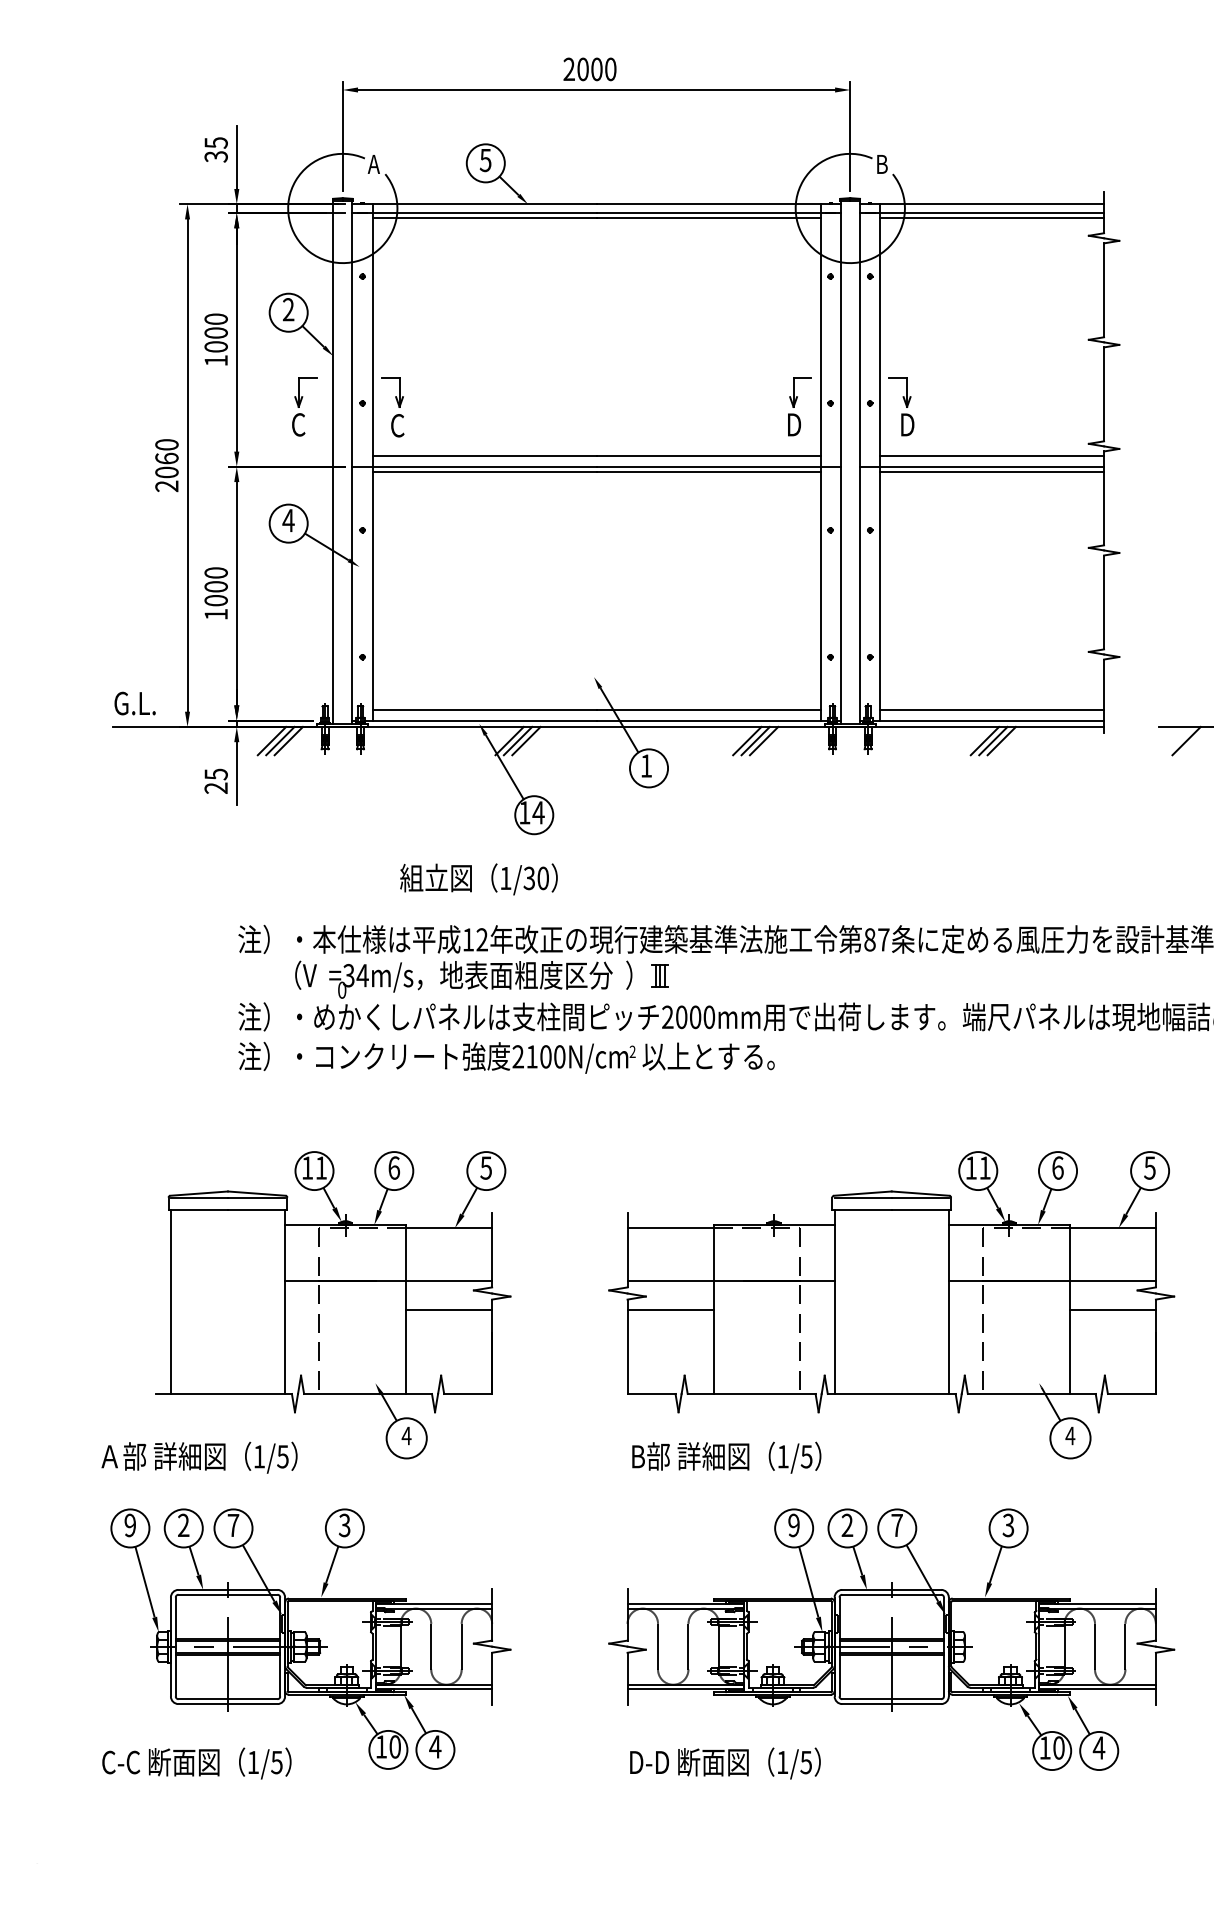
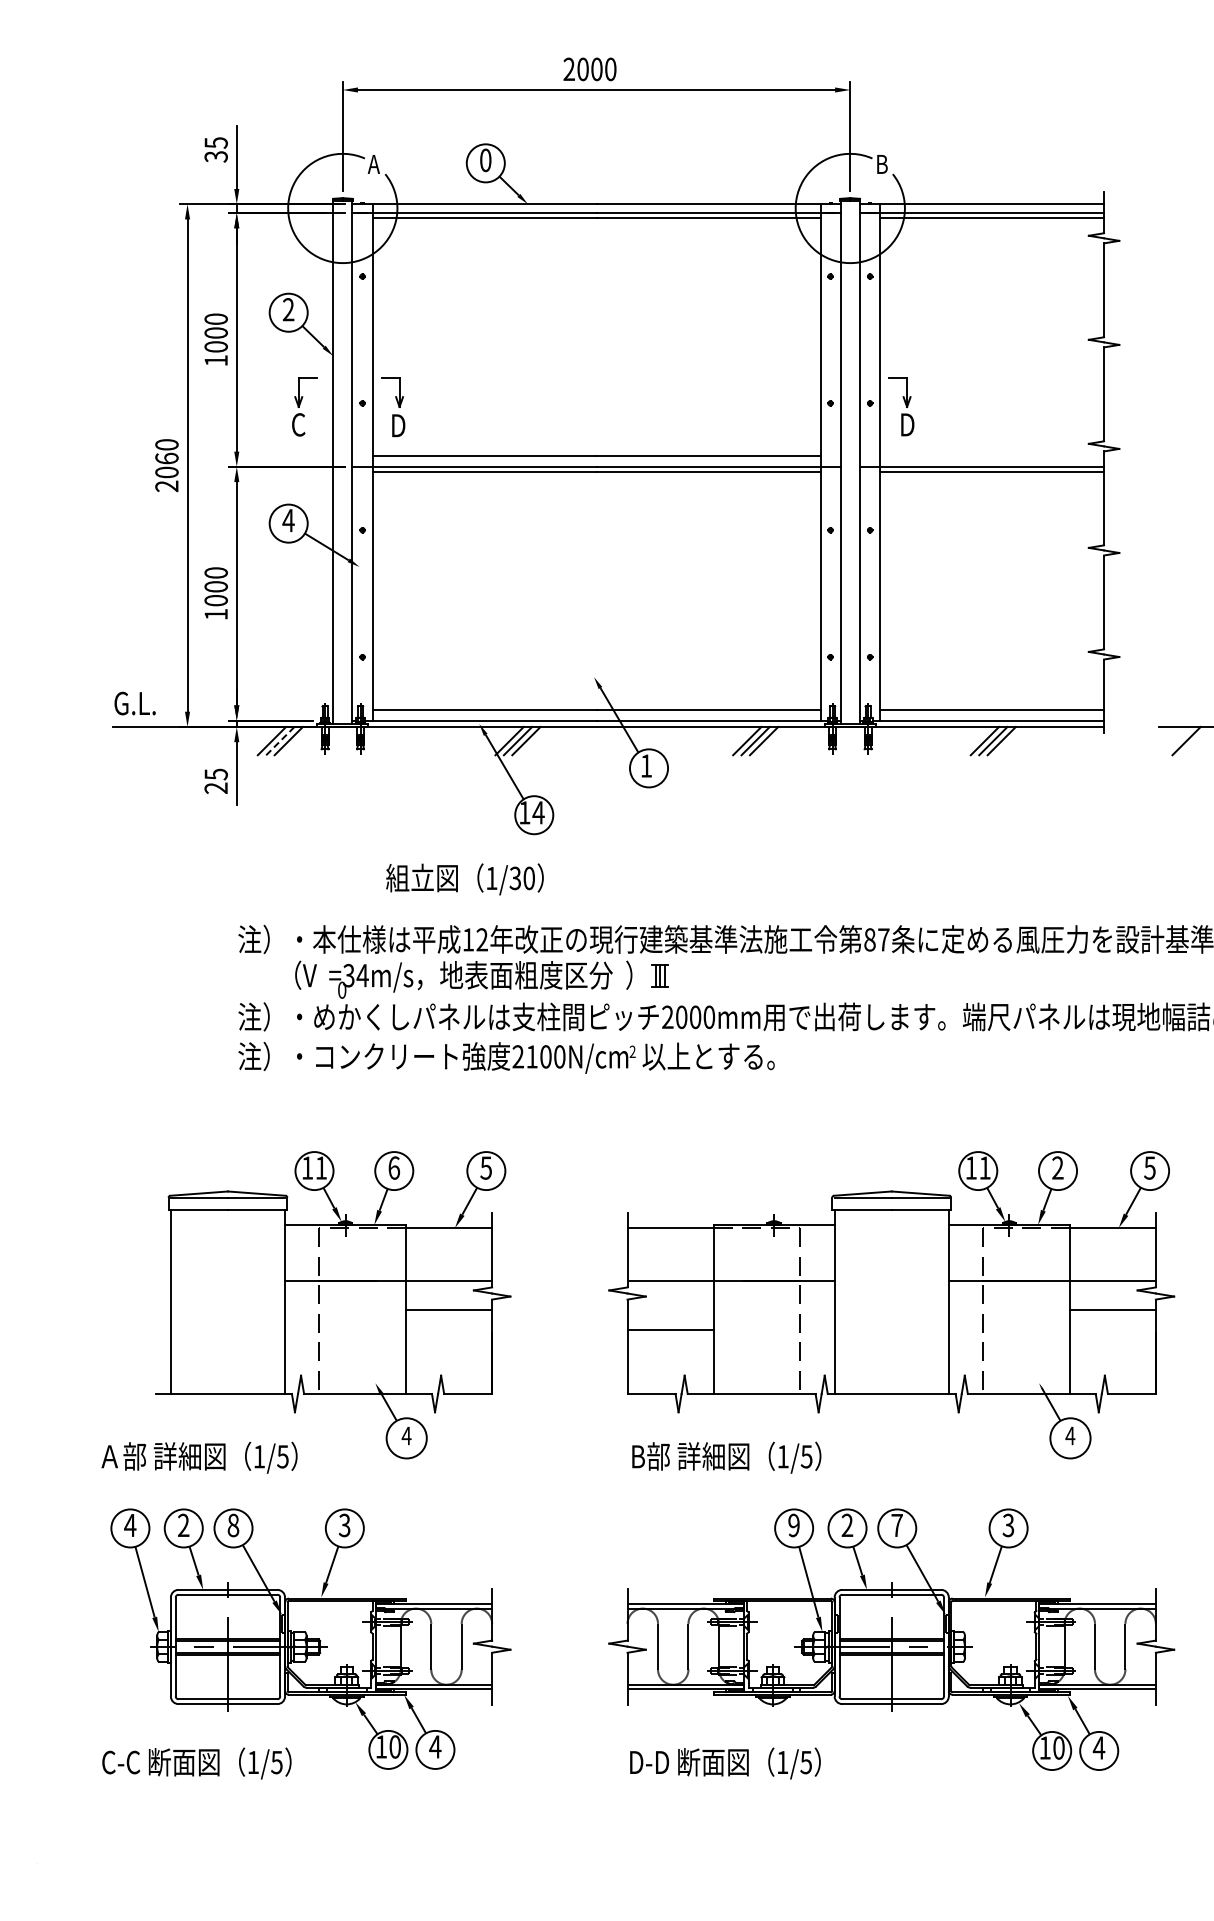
text at (485, 160): 5 -> 0
part at (799, 406): present -> none
text at (398, 425): C -> D
line at (992, 456): present -> none
line at (280, 740): solid -> dashed
text at (478, 879) position: (478, 879) -> (464, 879)
text at (1057, 1167): 6 -> 2
line at (670, 1310) position: (670, 1310) -> (670, 1330)
text at (130, 1525): 9 -> 4
text at (233, 1525): 7 -> 8
